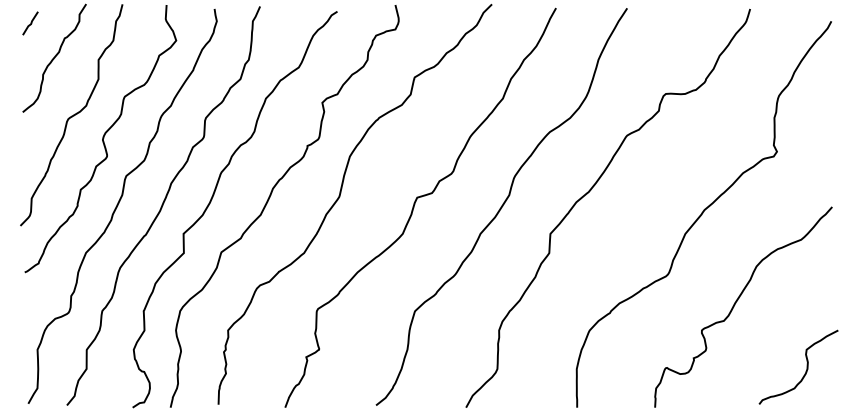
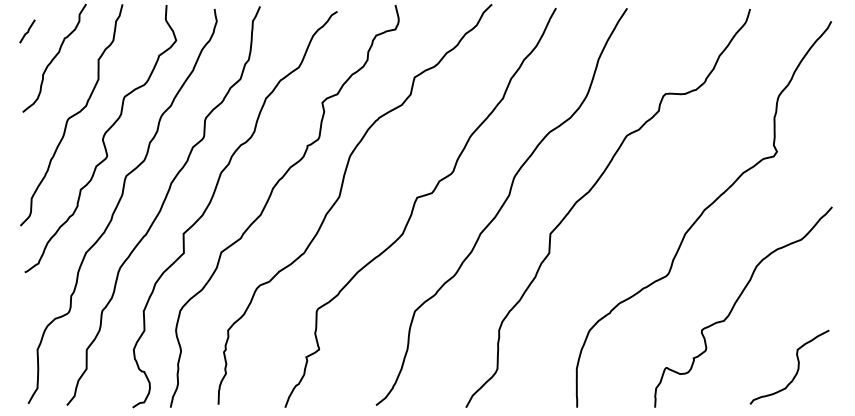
line at (30, 23) position: (30, 23) -> (27, 31)
curve at (806, 366) position: (806, 366) -> (797, 366)
